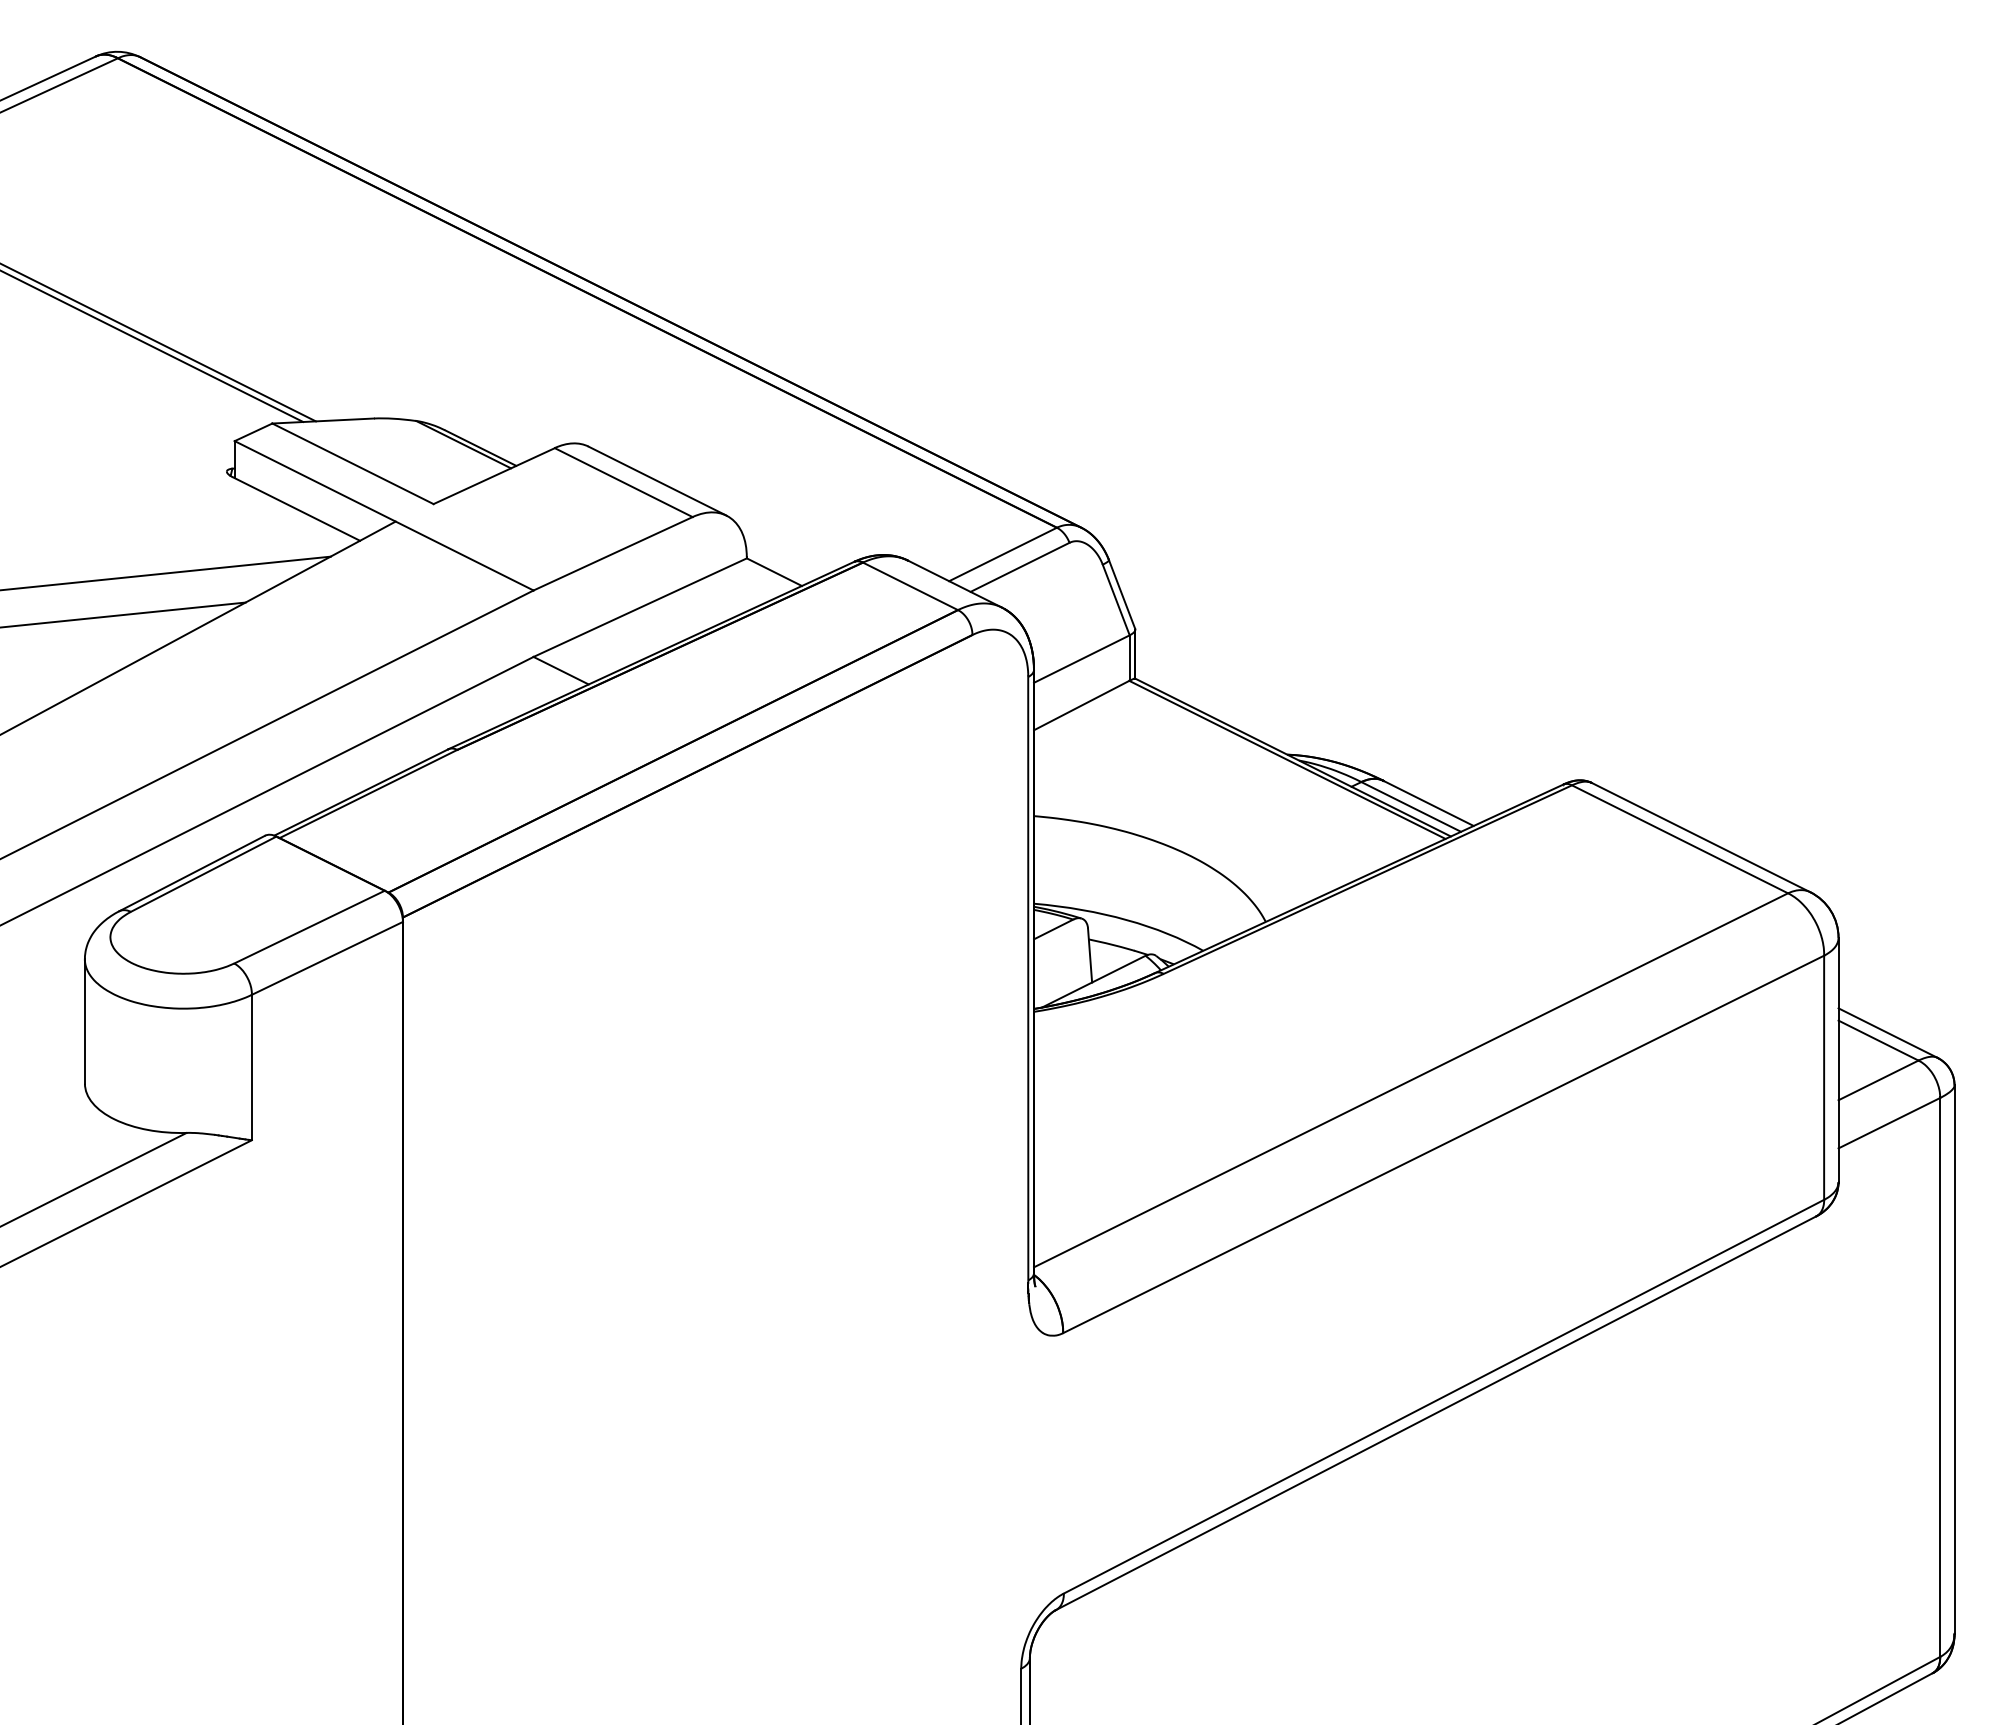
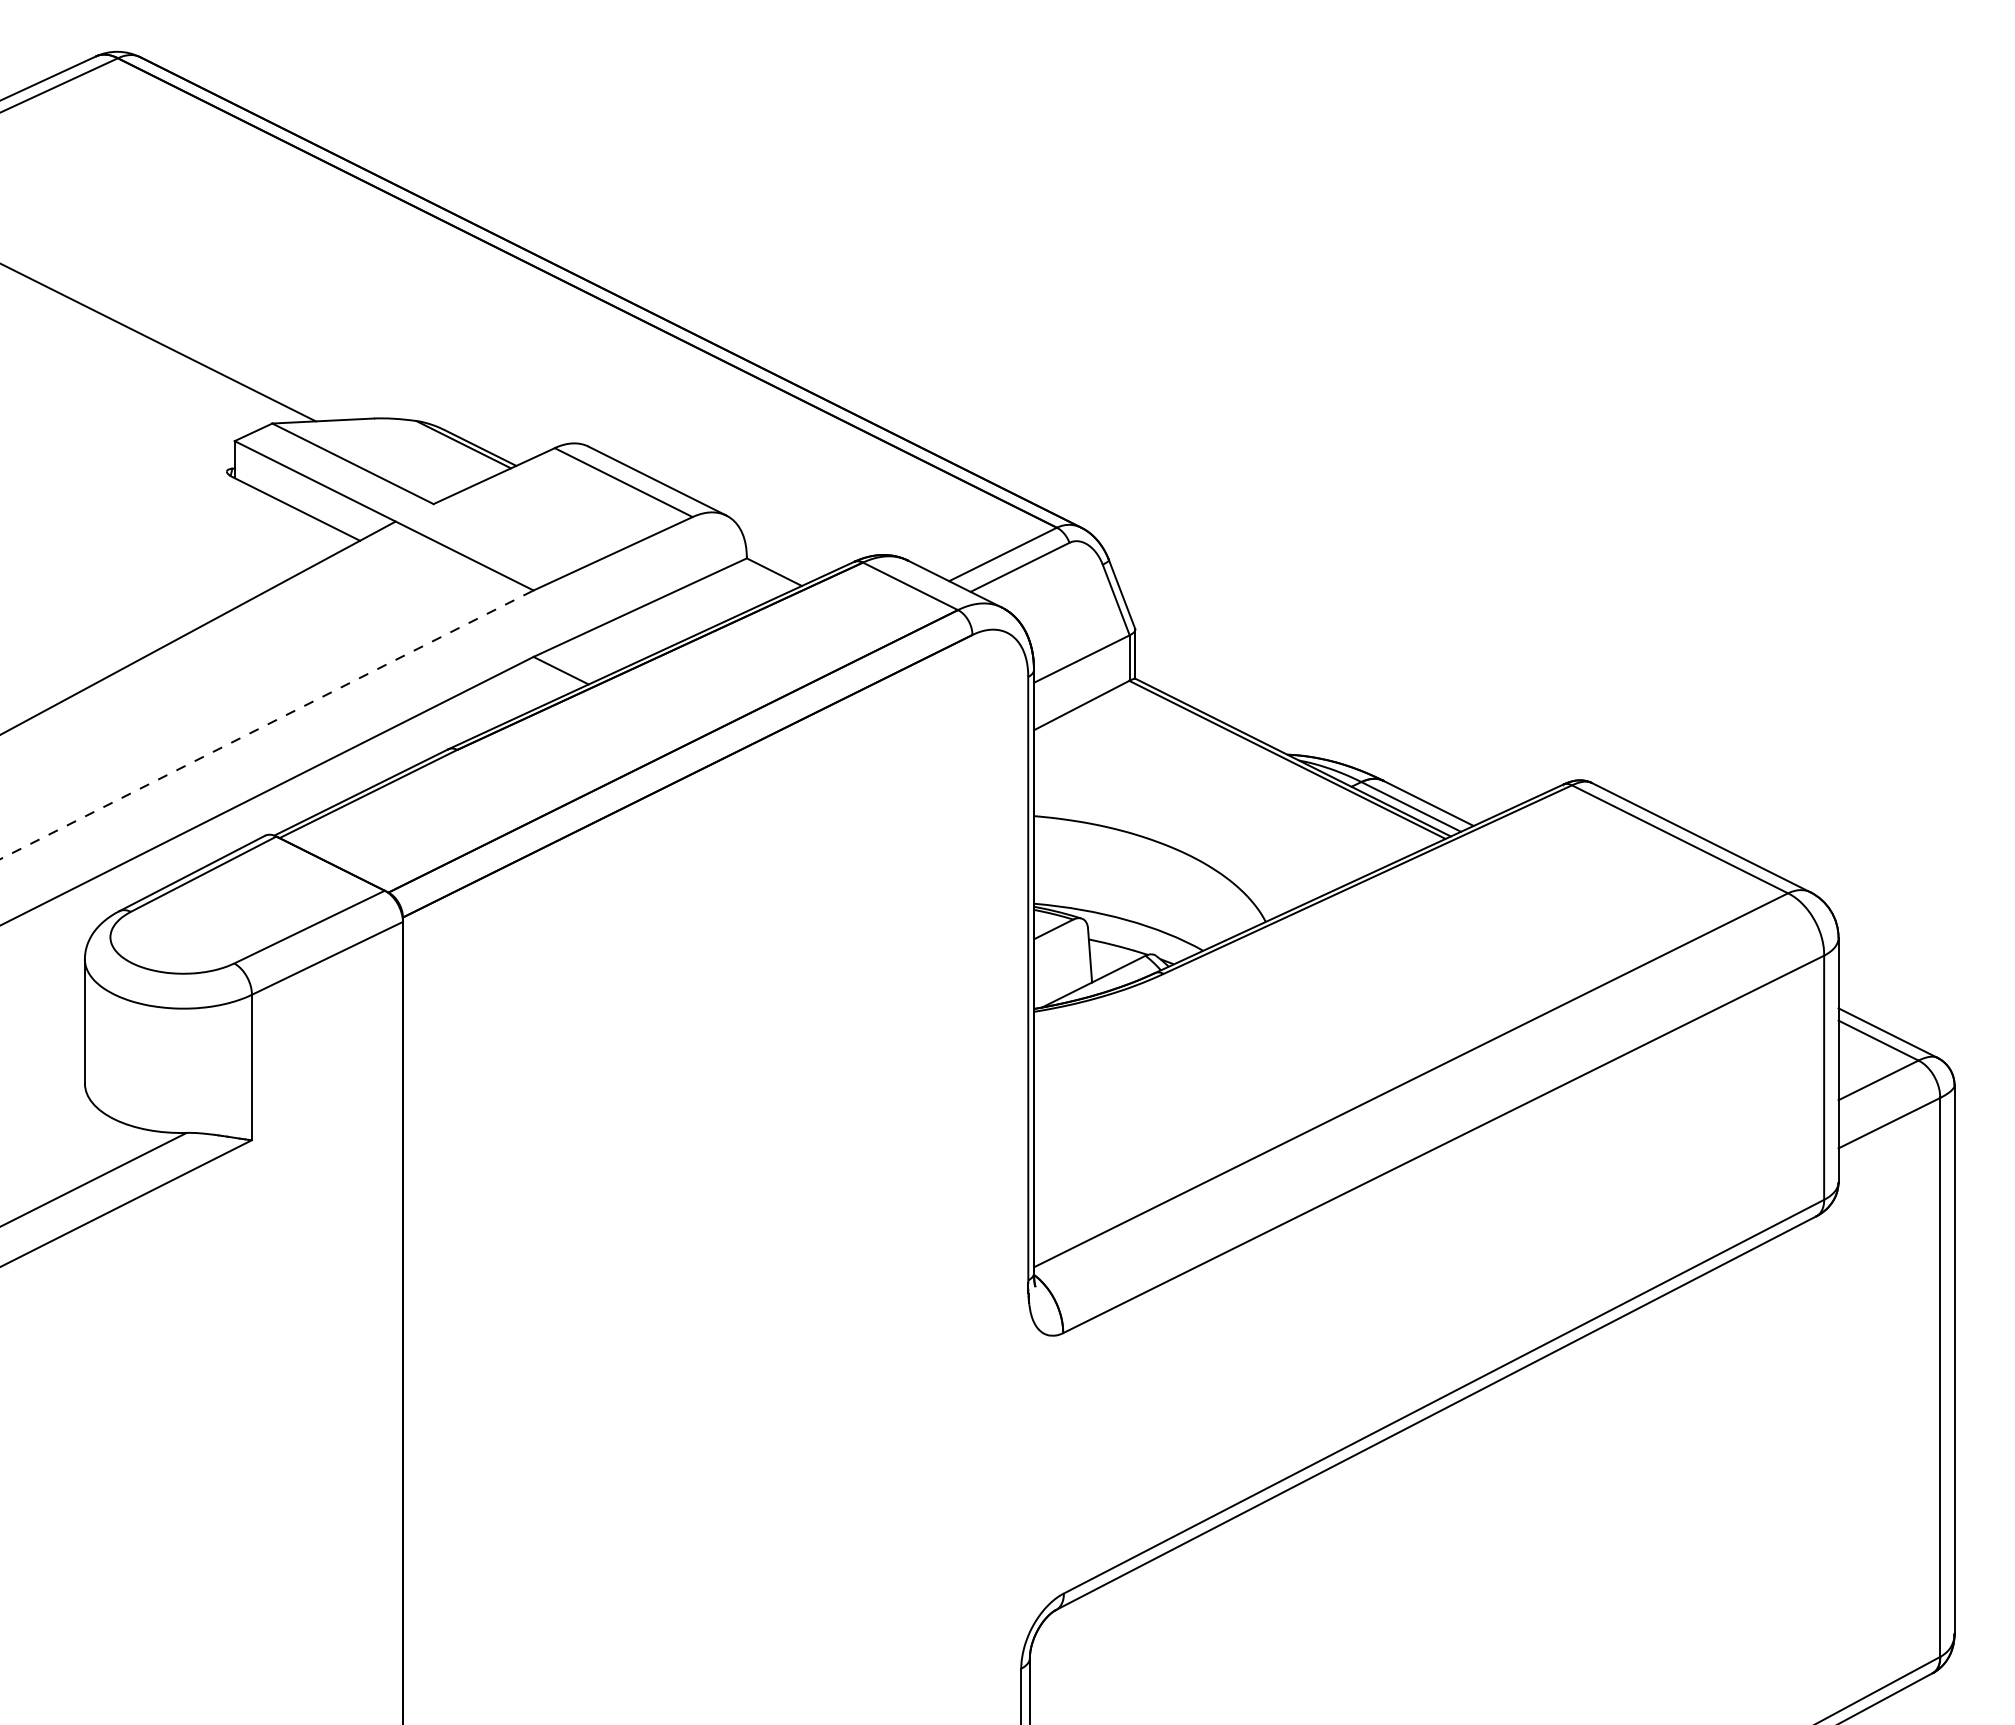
line at (152, 346): present -> none
line at (166, 573): present -> none
line at (123, 614): present -> none
line at (267, 724): solid -> dashed
